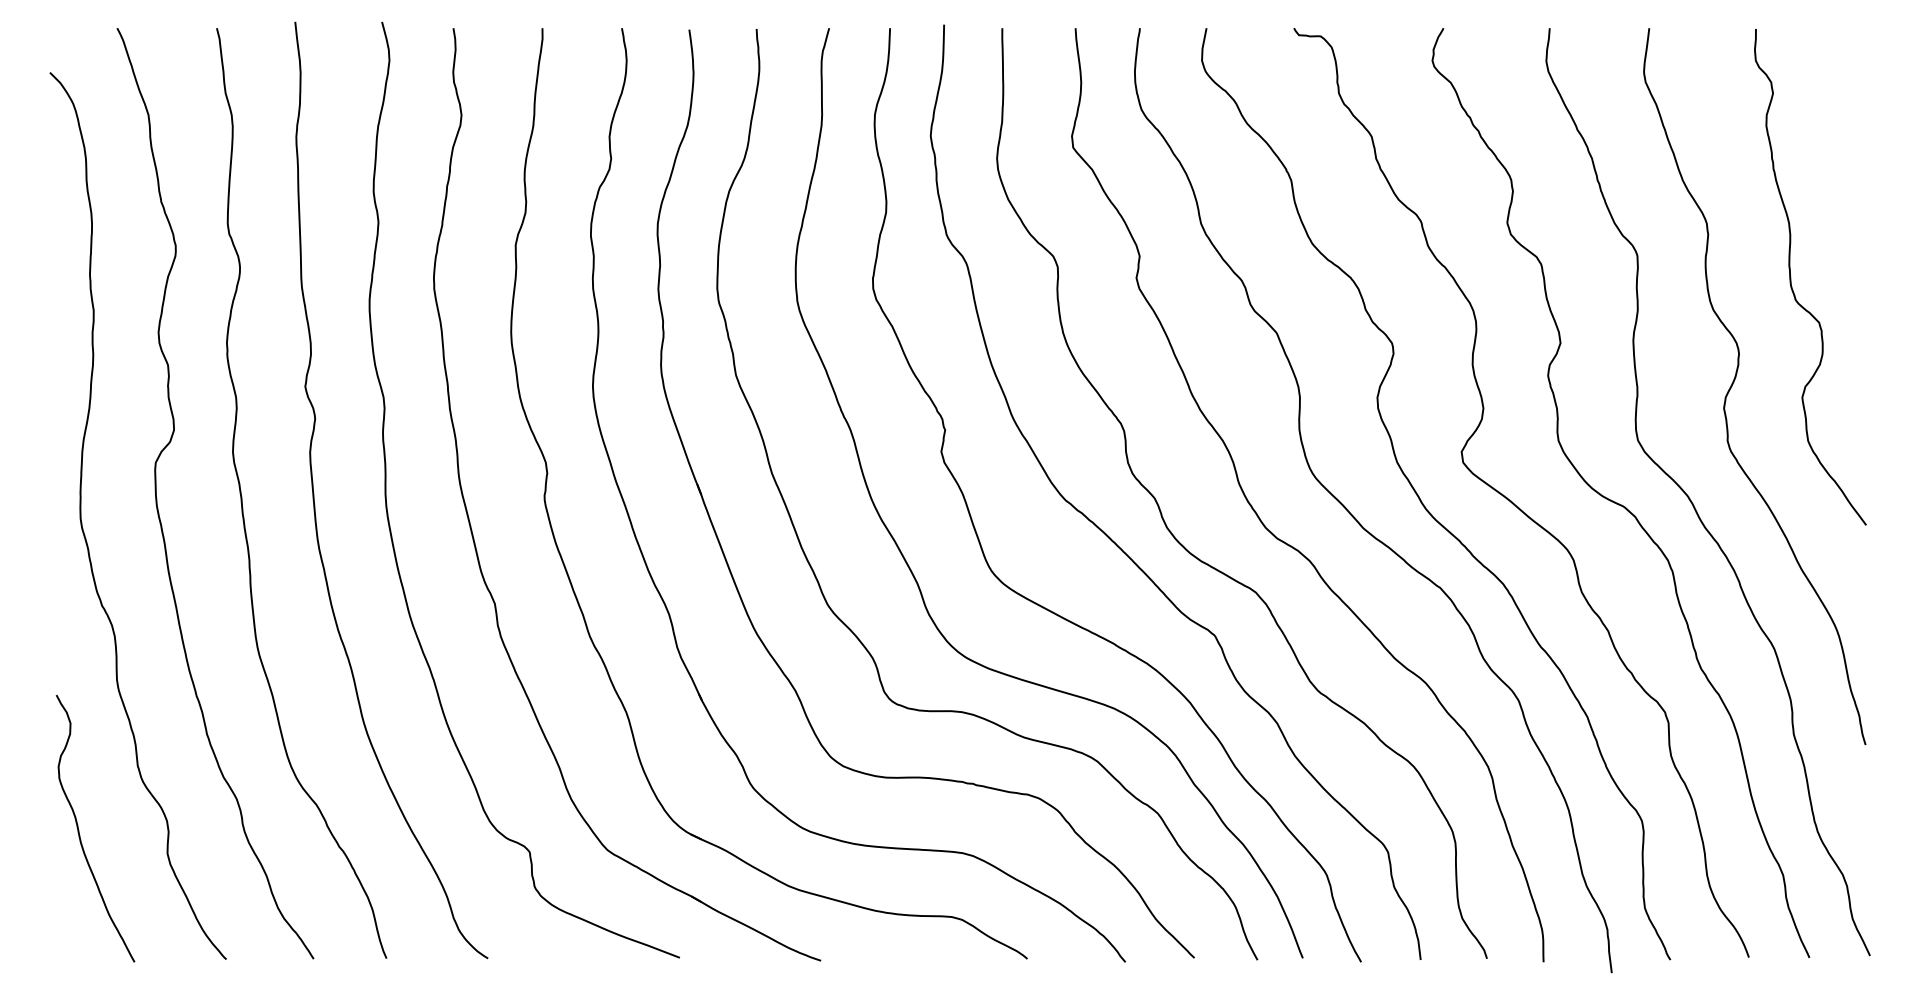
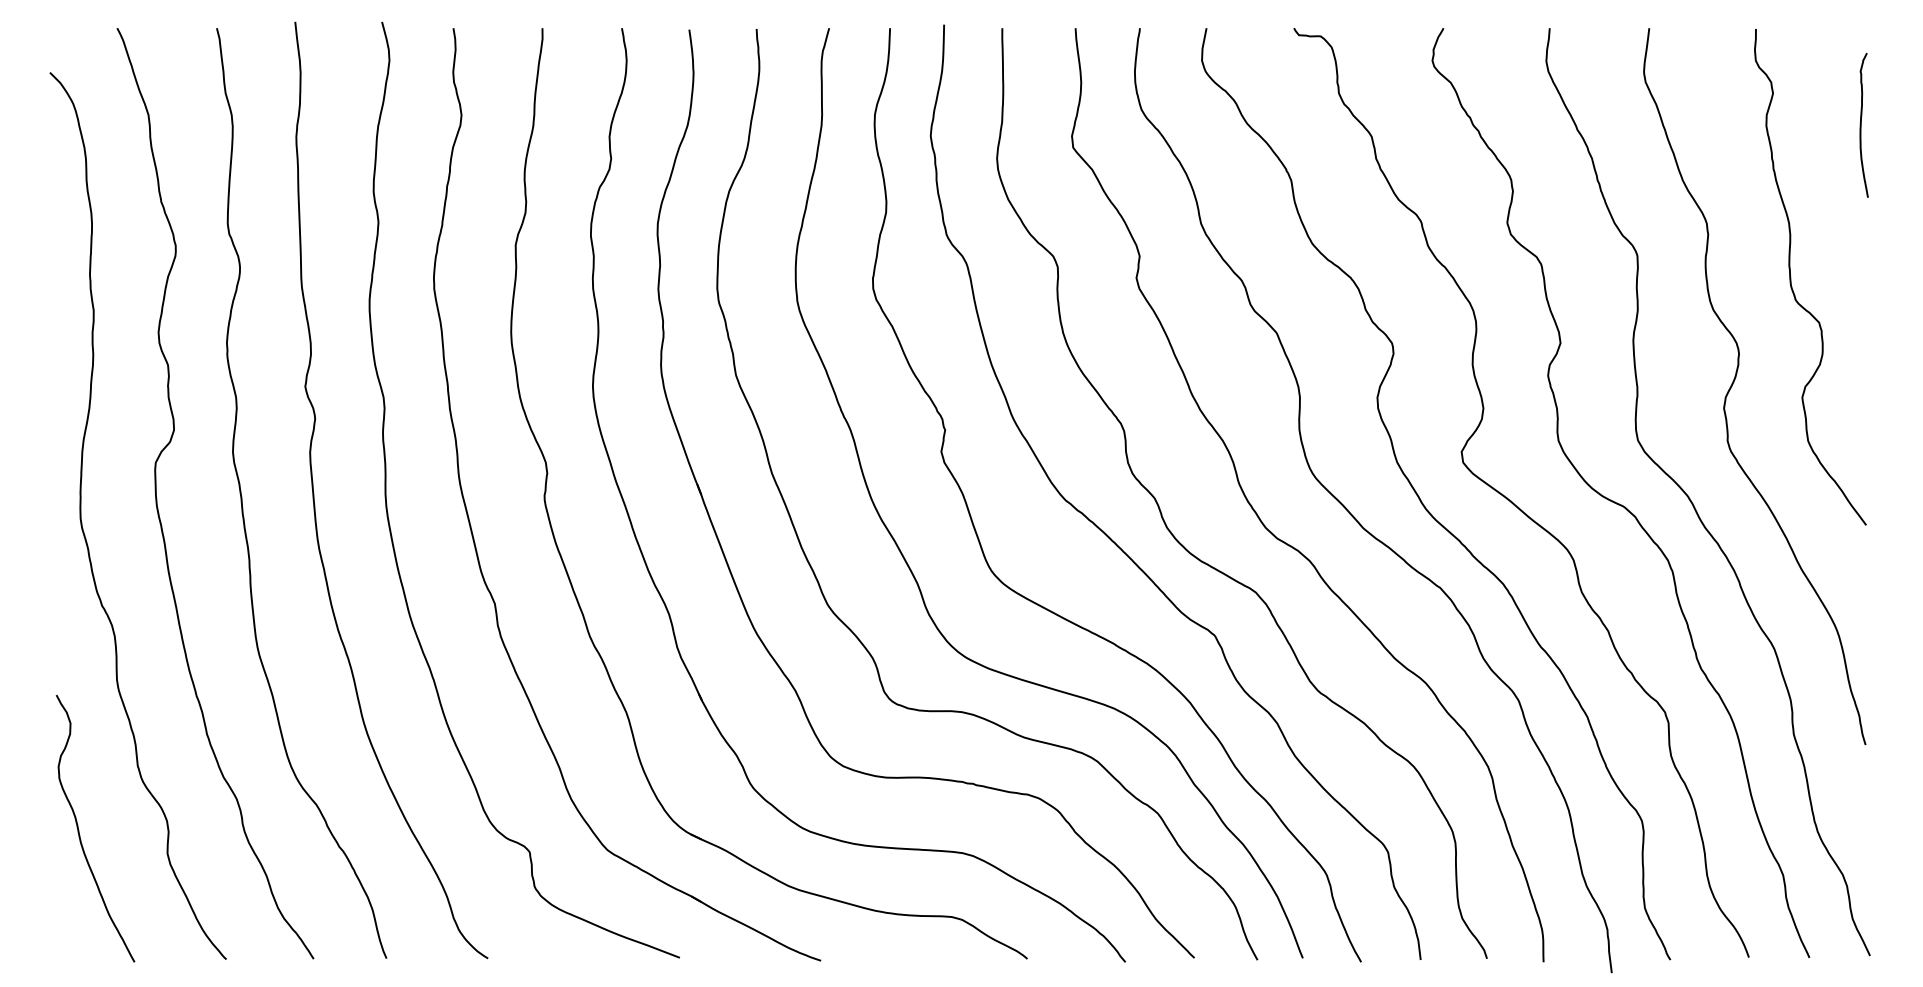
curve at (1861, 125): none -> present
